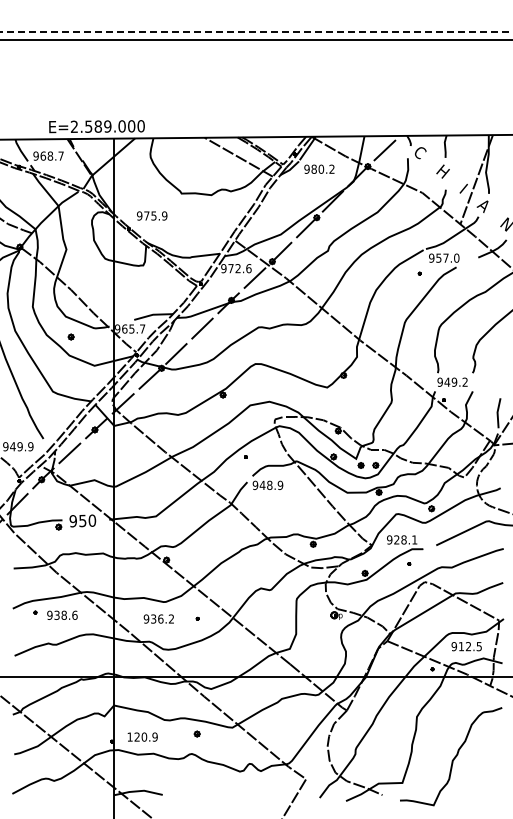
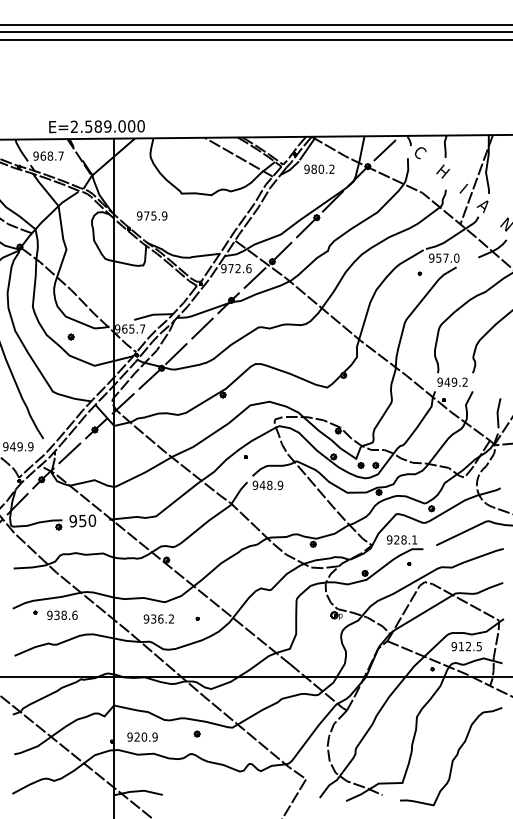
line at (255, 24): none -> present
line at (256, 32): dashed -> solid
text at (129, 736): 120.9 -> 920.9
